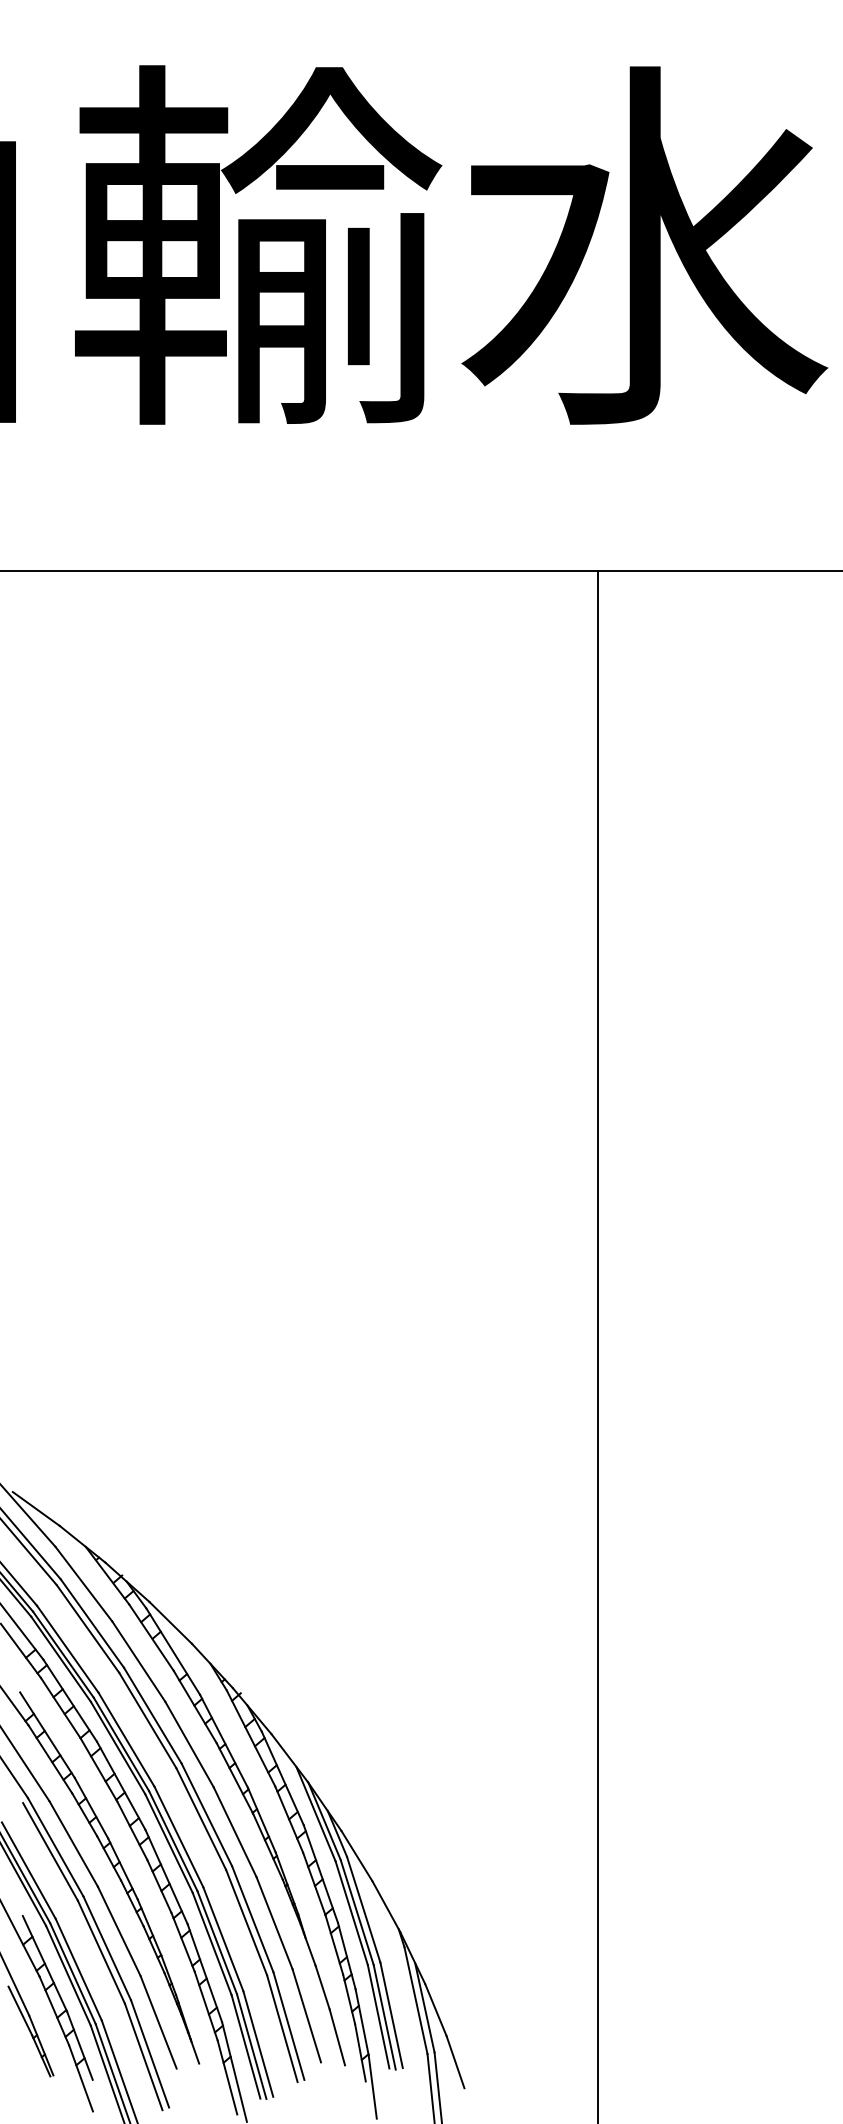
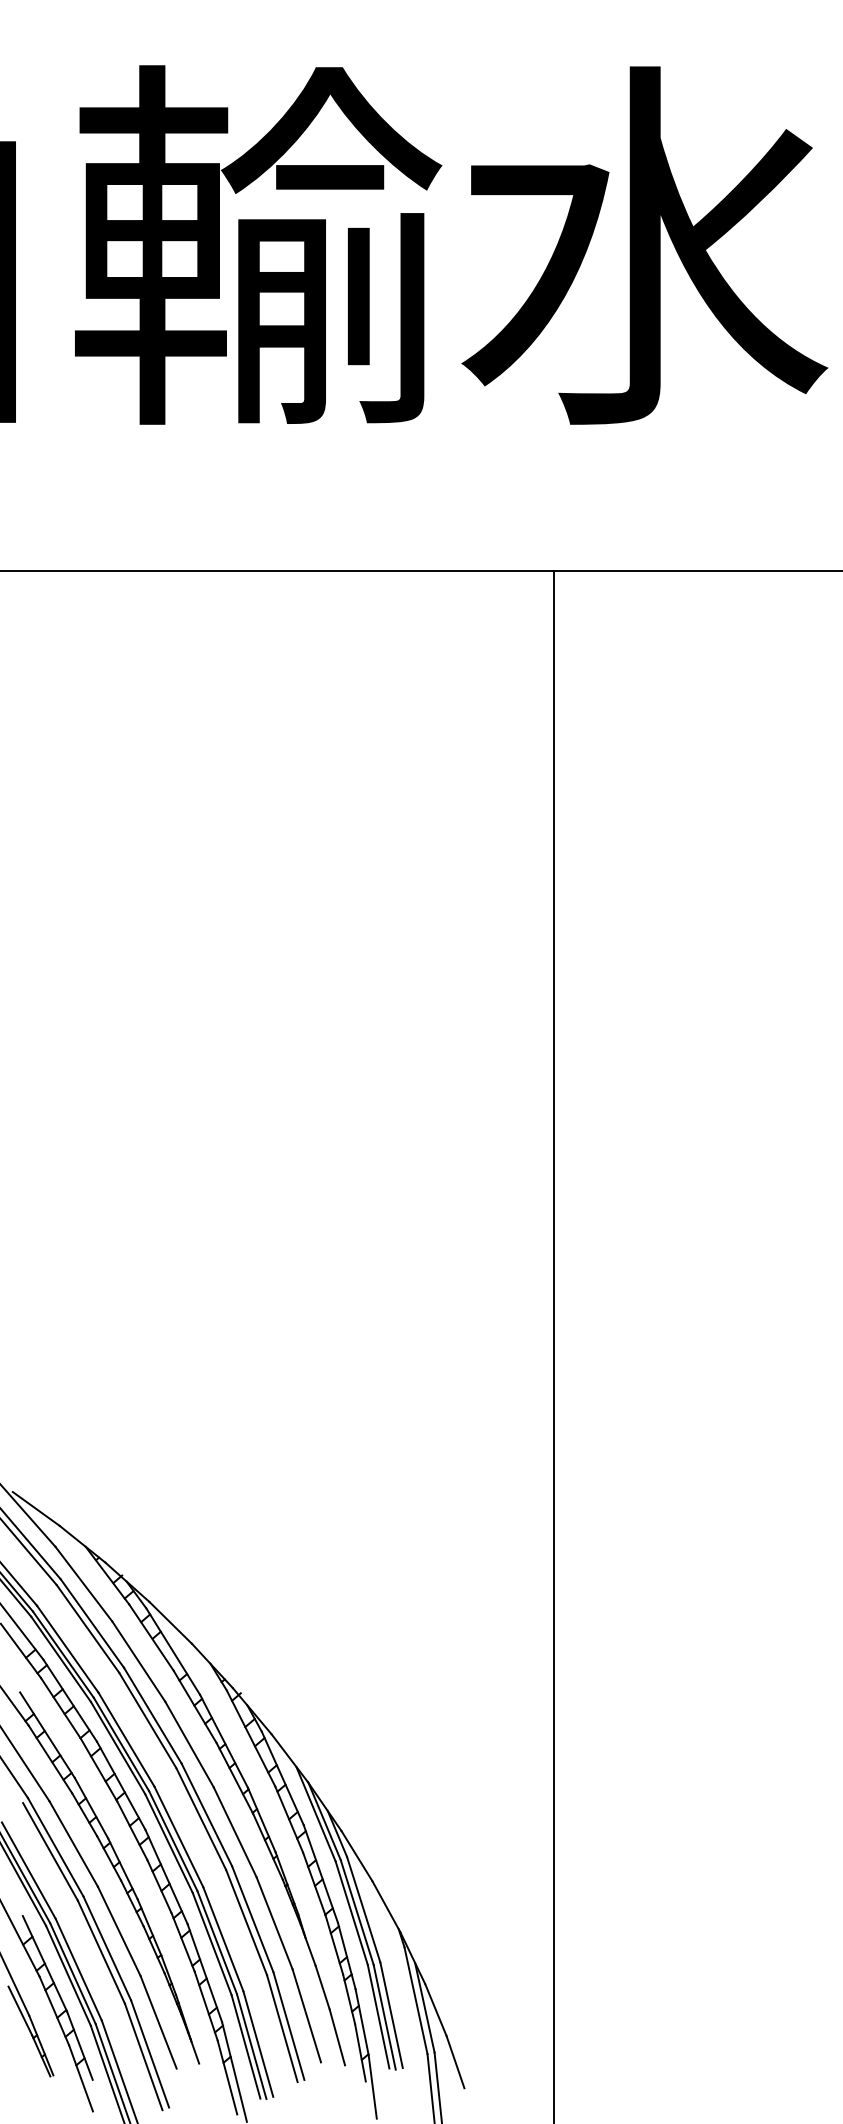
line at (598, 1345) position: (598, 1345) -> (554, 1345)
